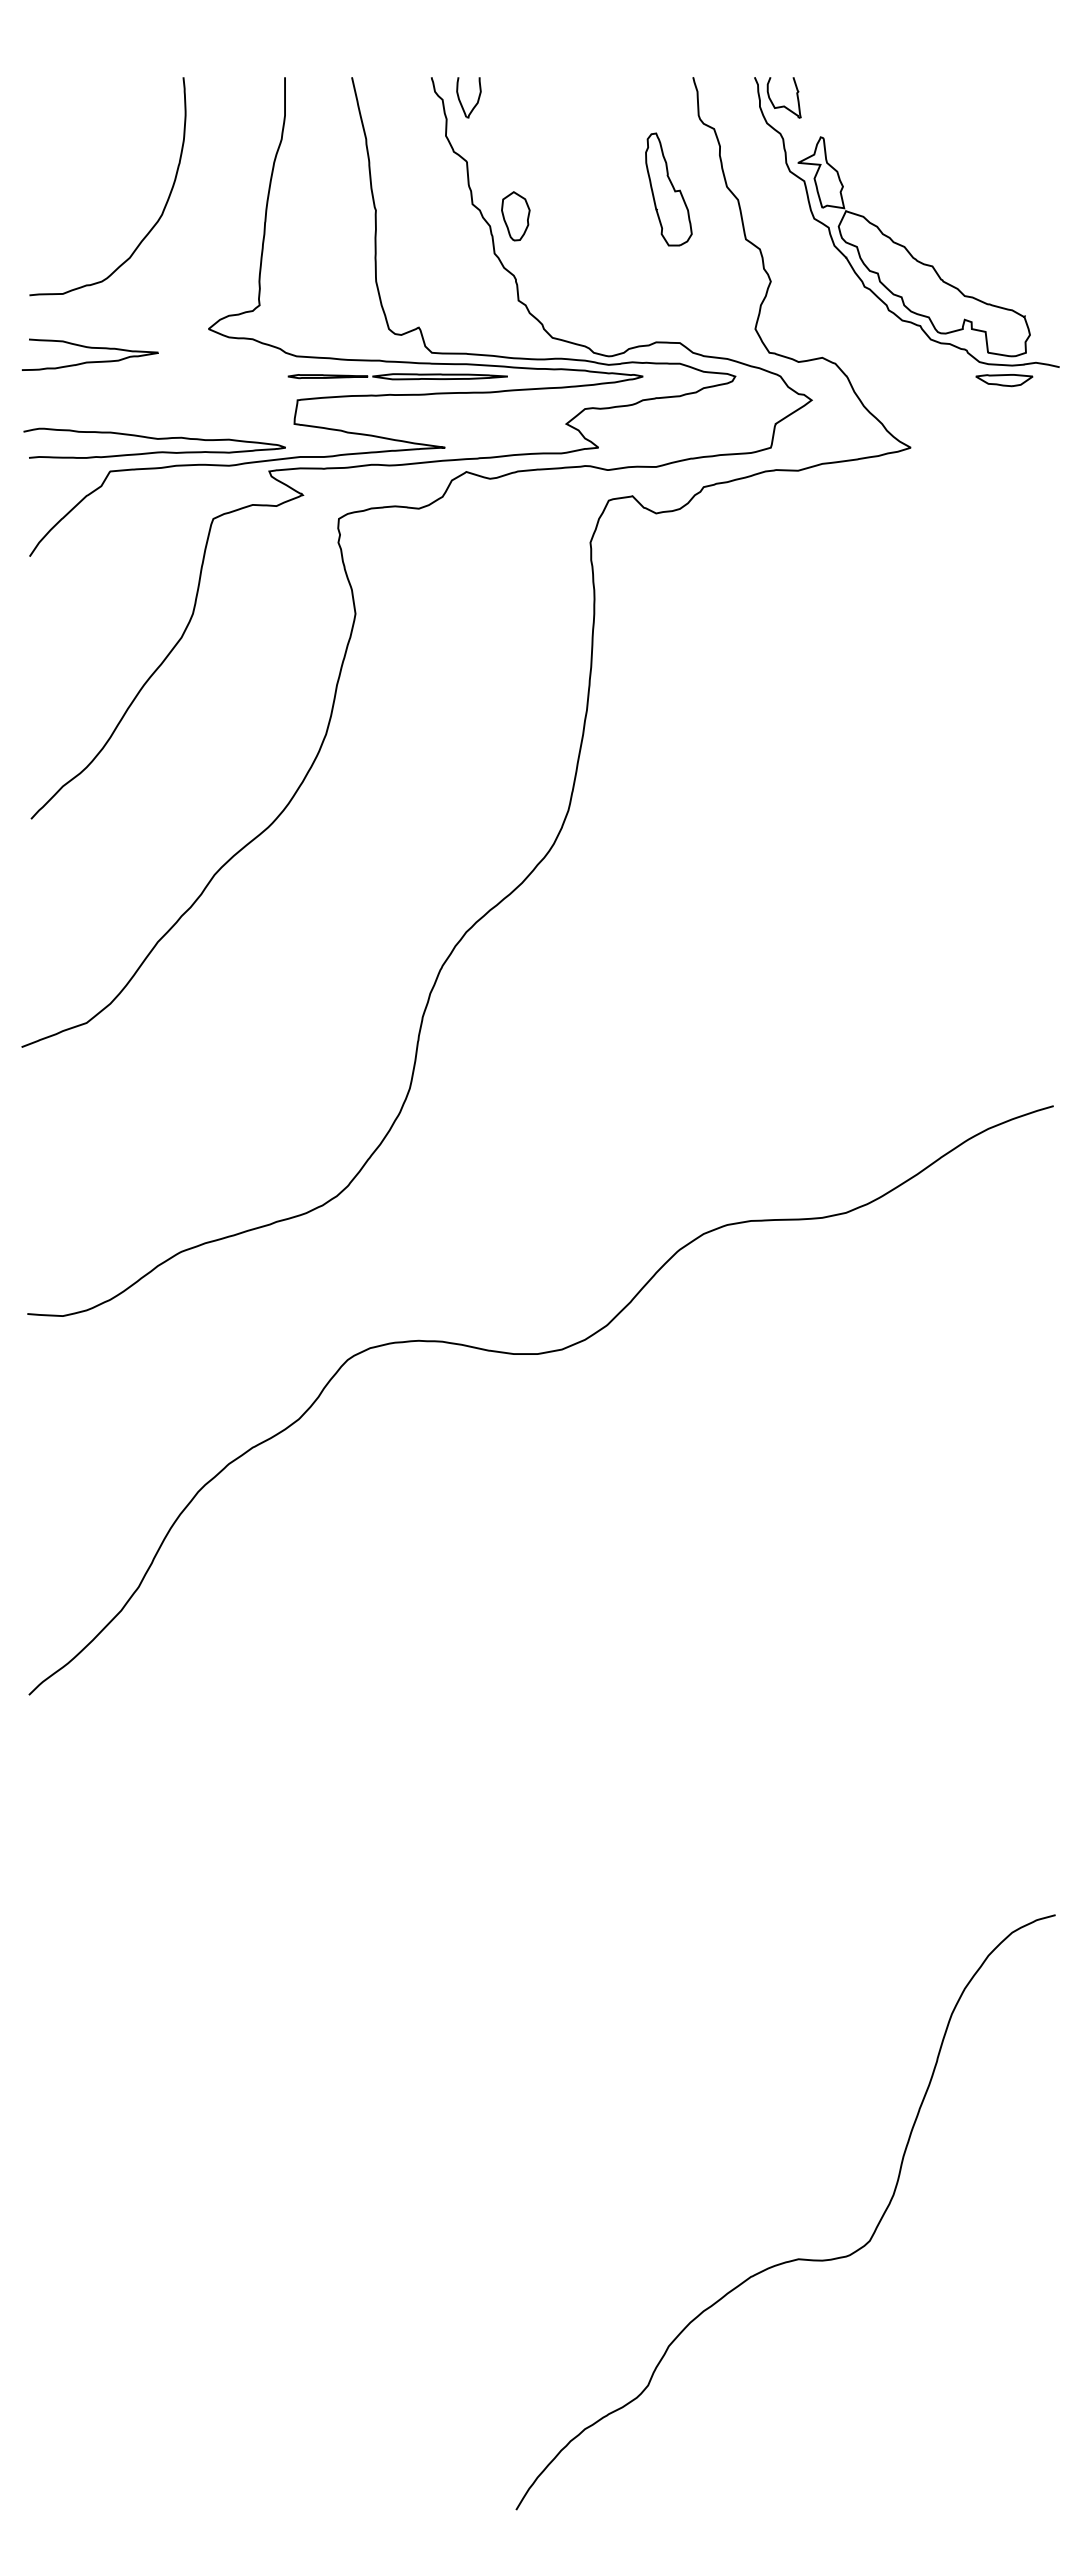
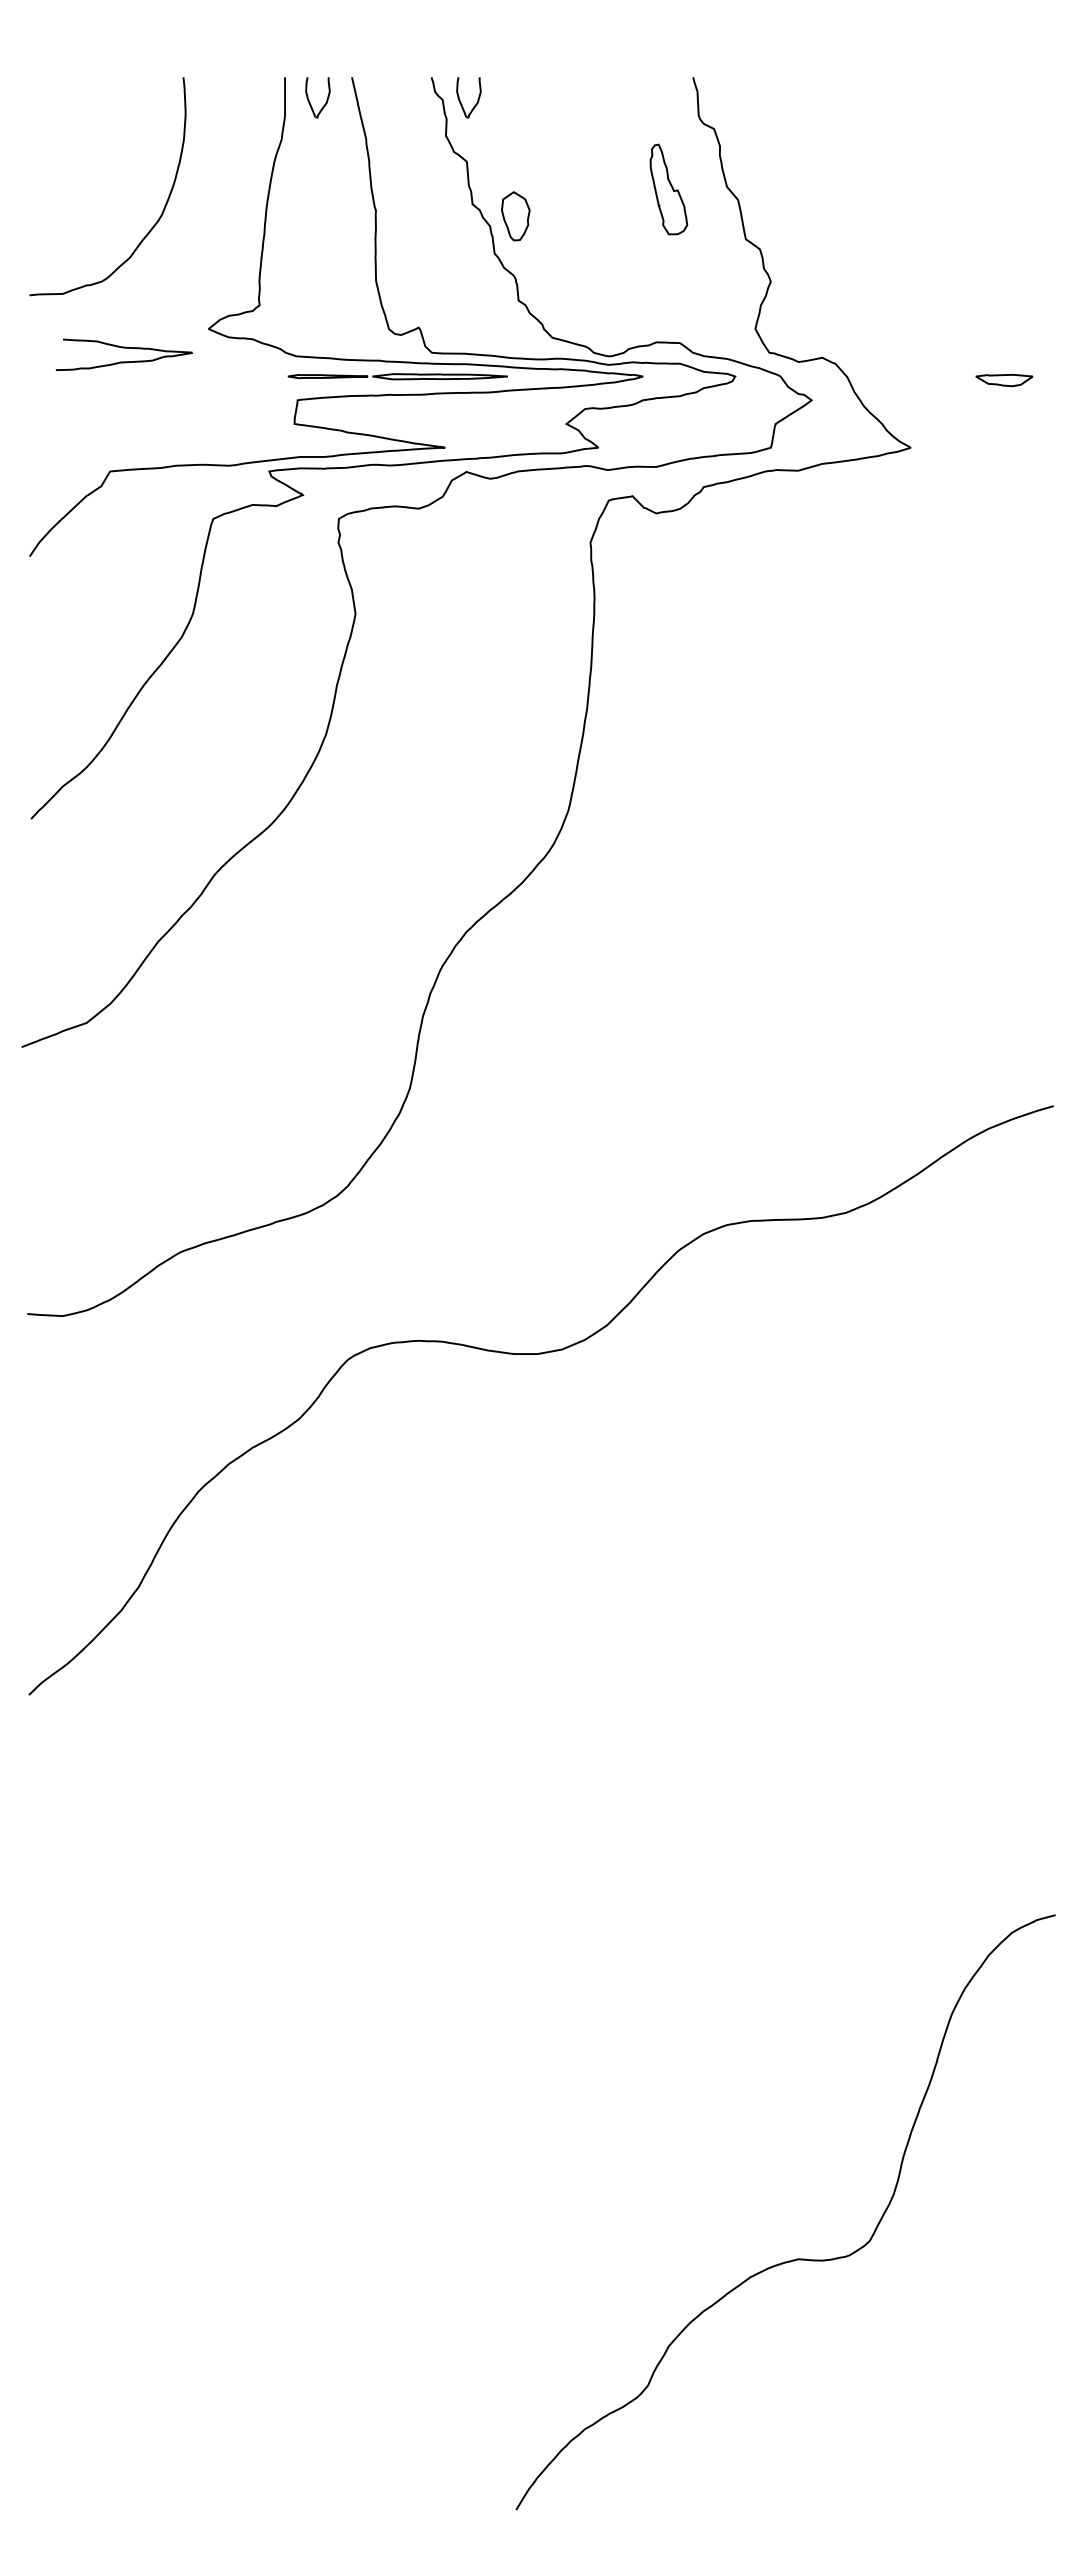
part at (309, 99): none -> present
part at (668, 189) size: 48x115 px -> 40x93 px
part at (890, 237): present -> none
curve at (89, 348) position: (89, 348) -> (123, 348)
curve at (154, 439): present -> none
